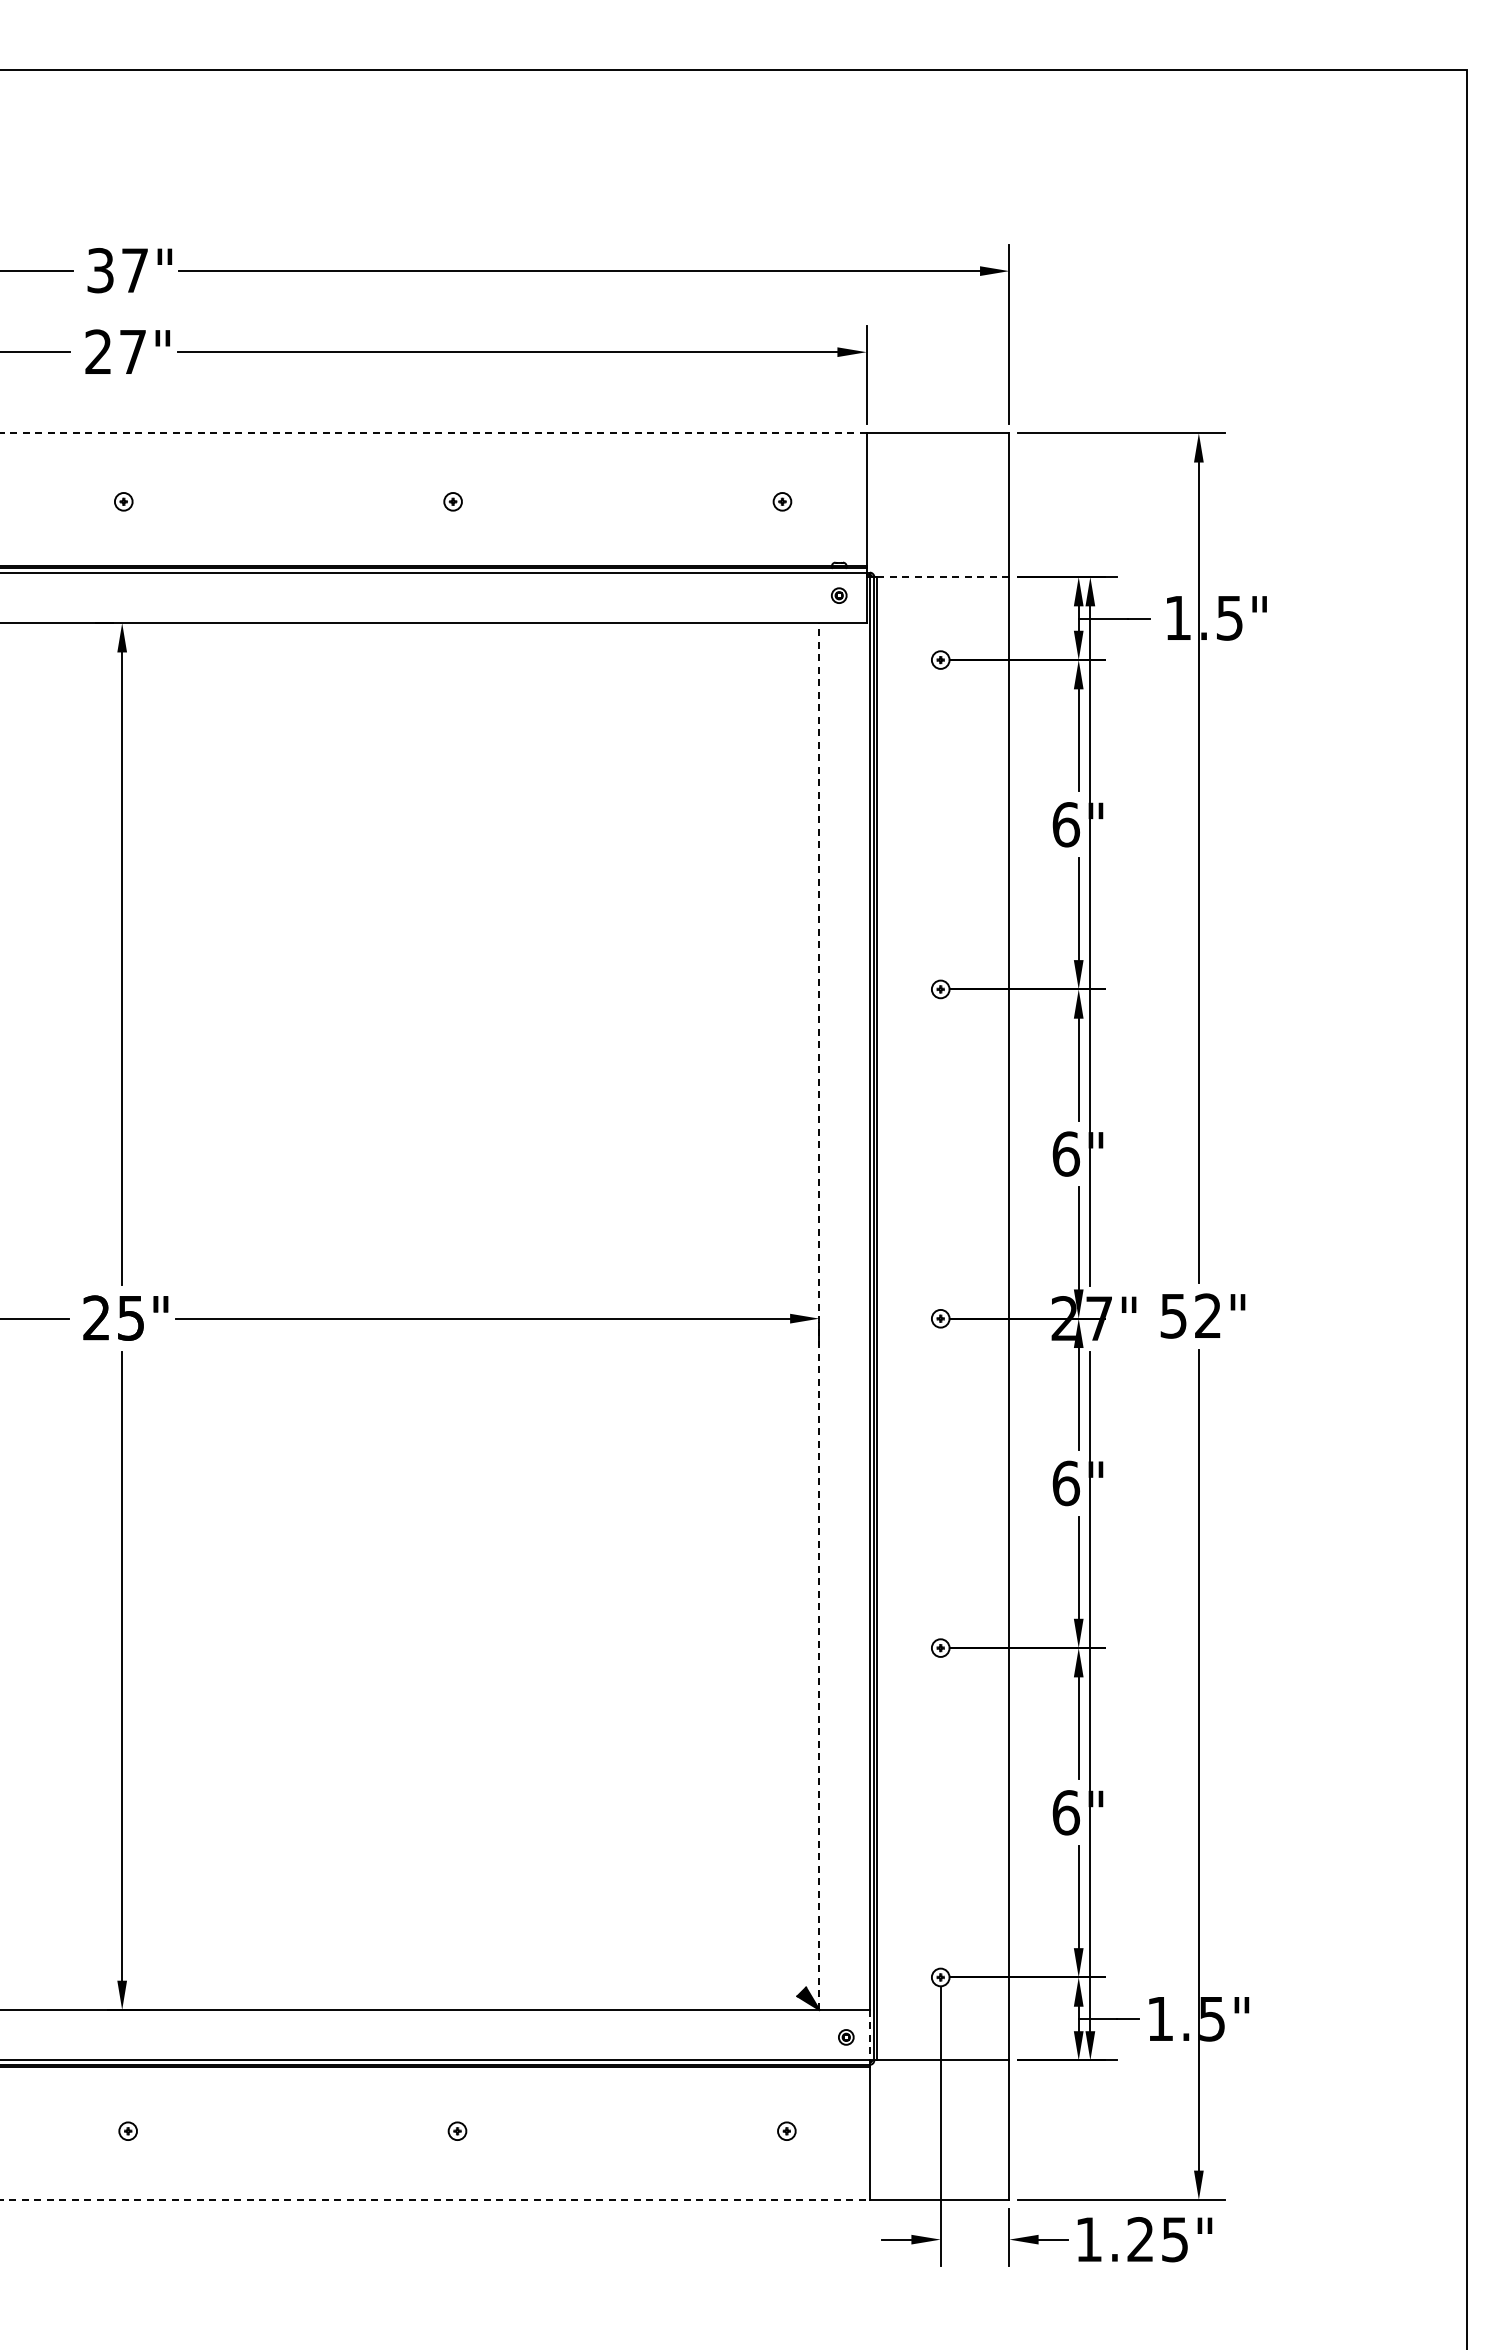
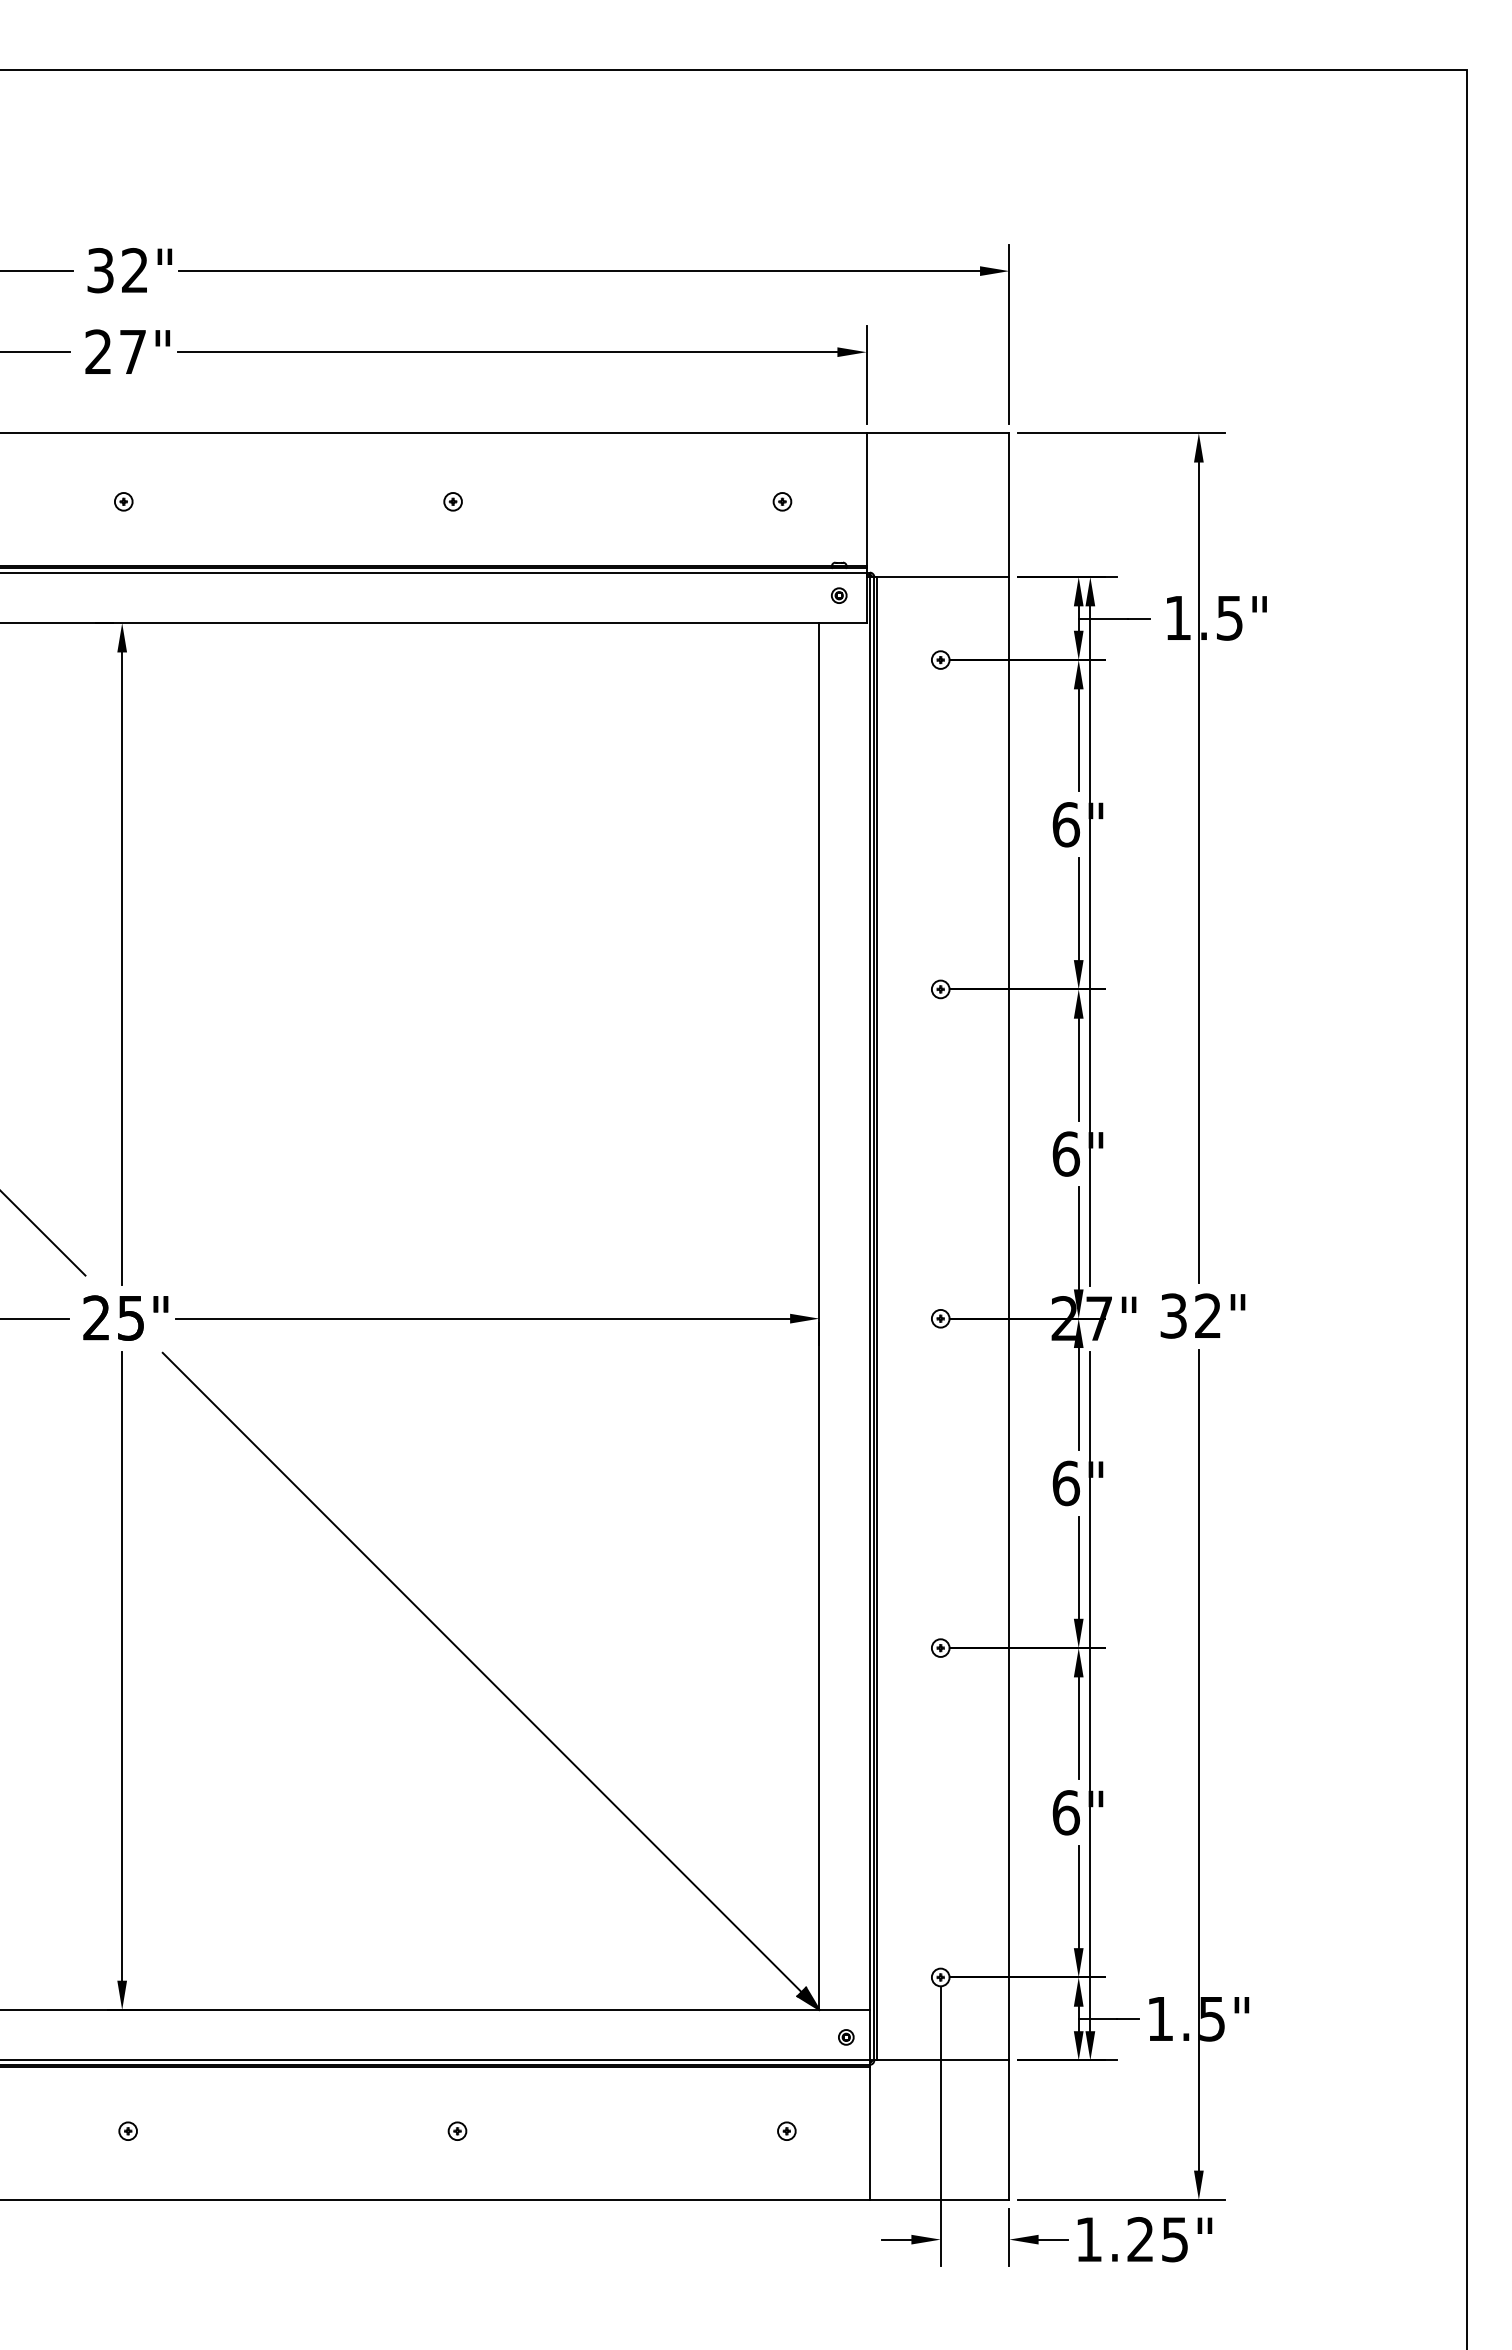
text at (134, 270): 37" -> 32"
line at (432, 433): dashed -> solid
line at (942, 577): dashed -> solid
line at (43, 1233): none -> present
text at (1173, 1315): 52" -> 32"
line at (819, 1316): dashed -> solid
line at (481, 1672): none -> present
line at (869, 2035): dashed -> solid
line at (435, 2199): dashed -> solid
